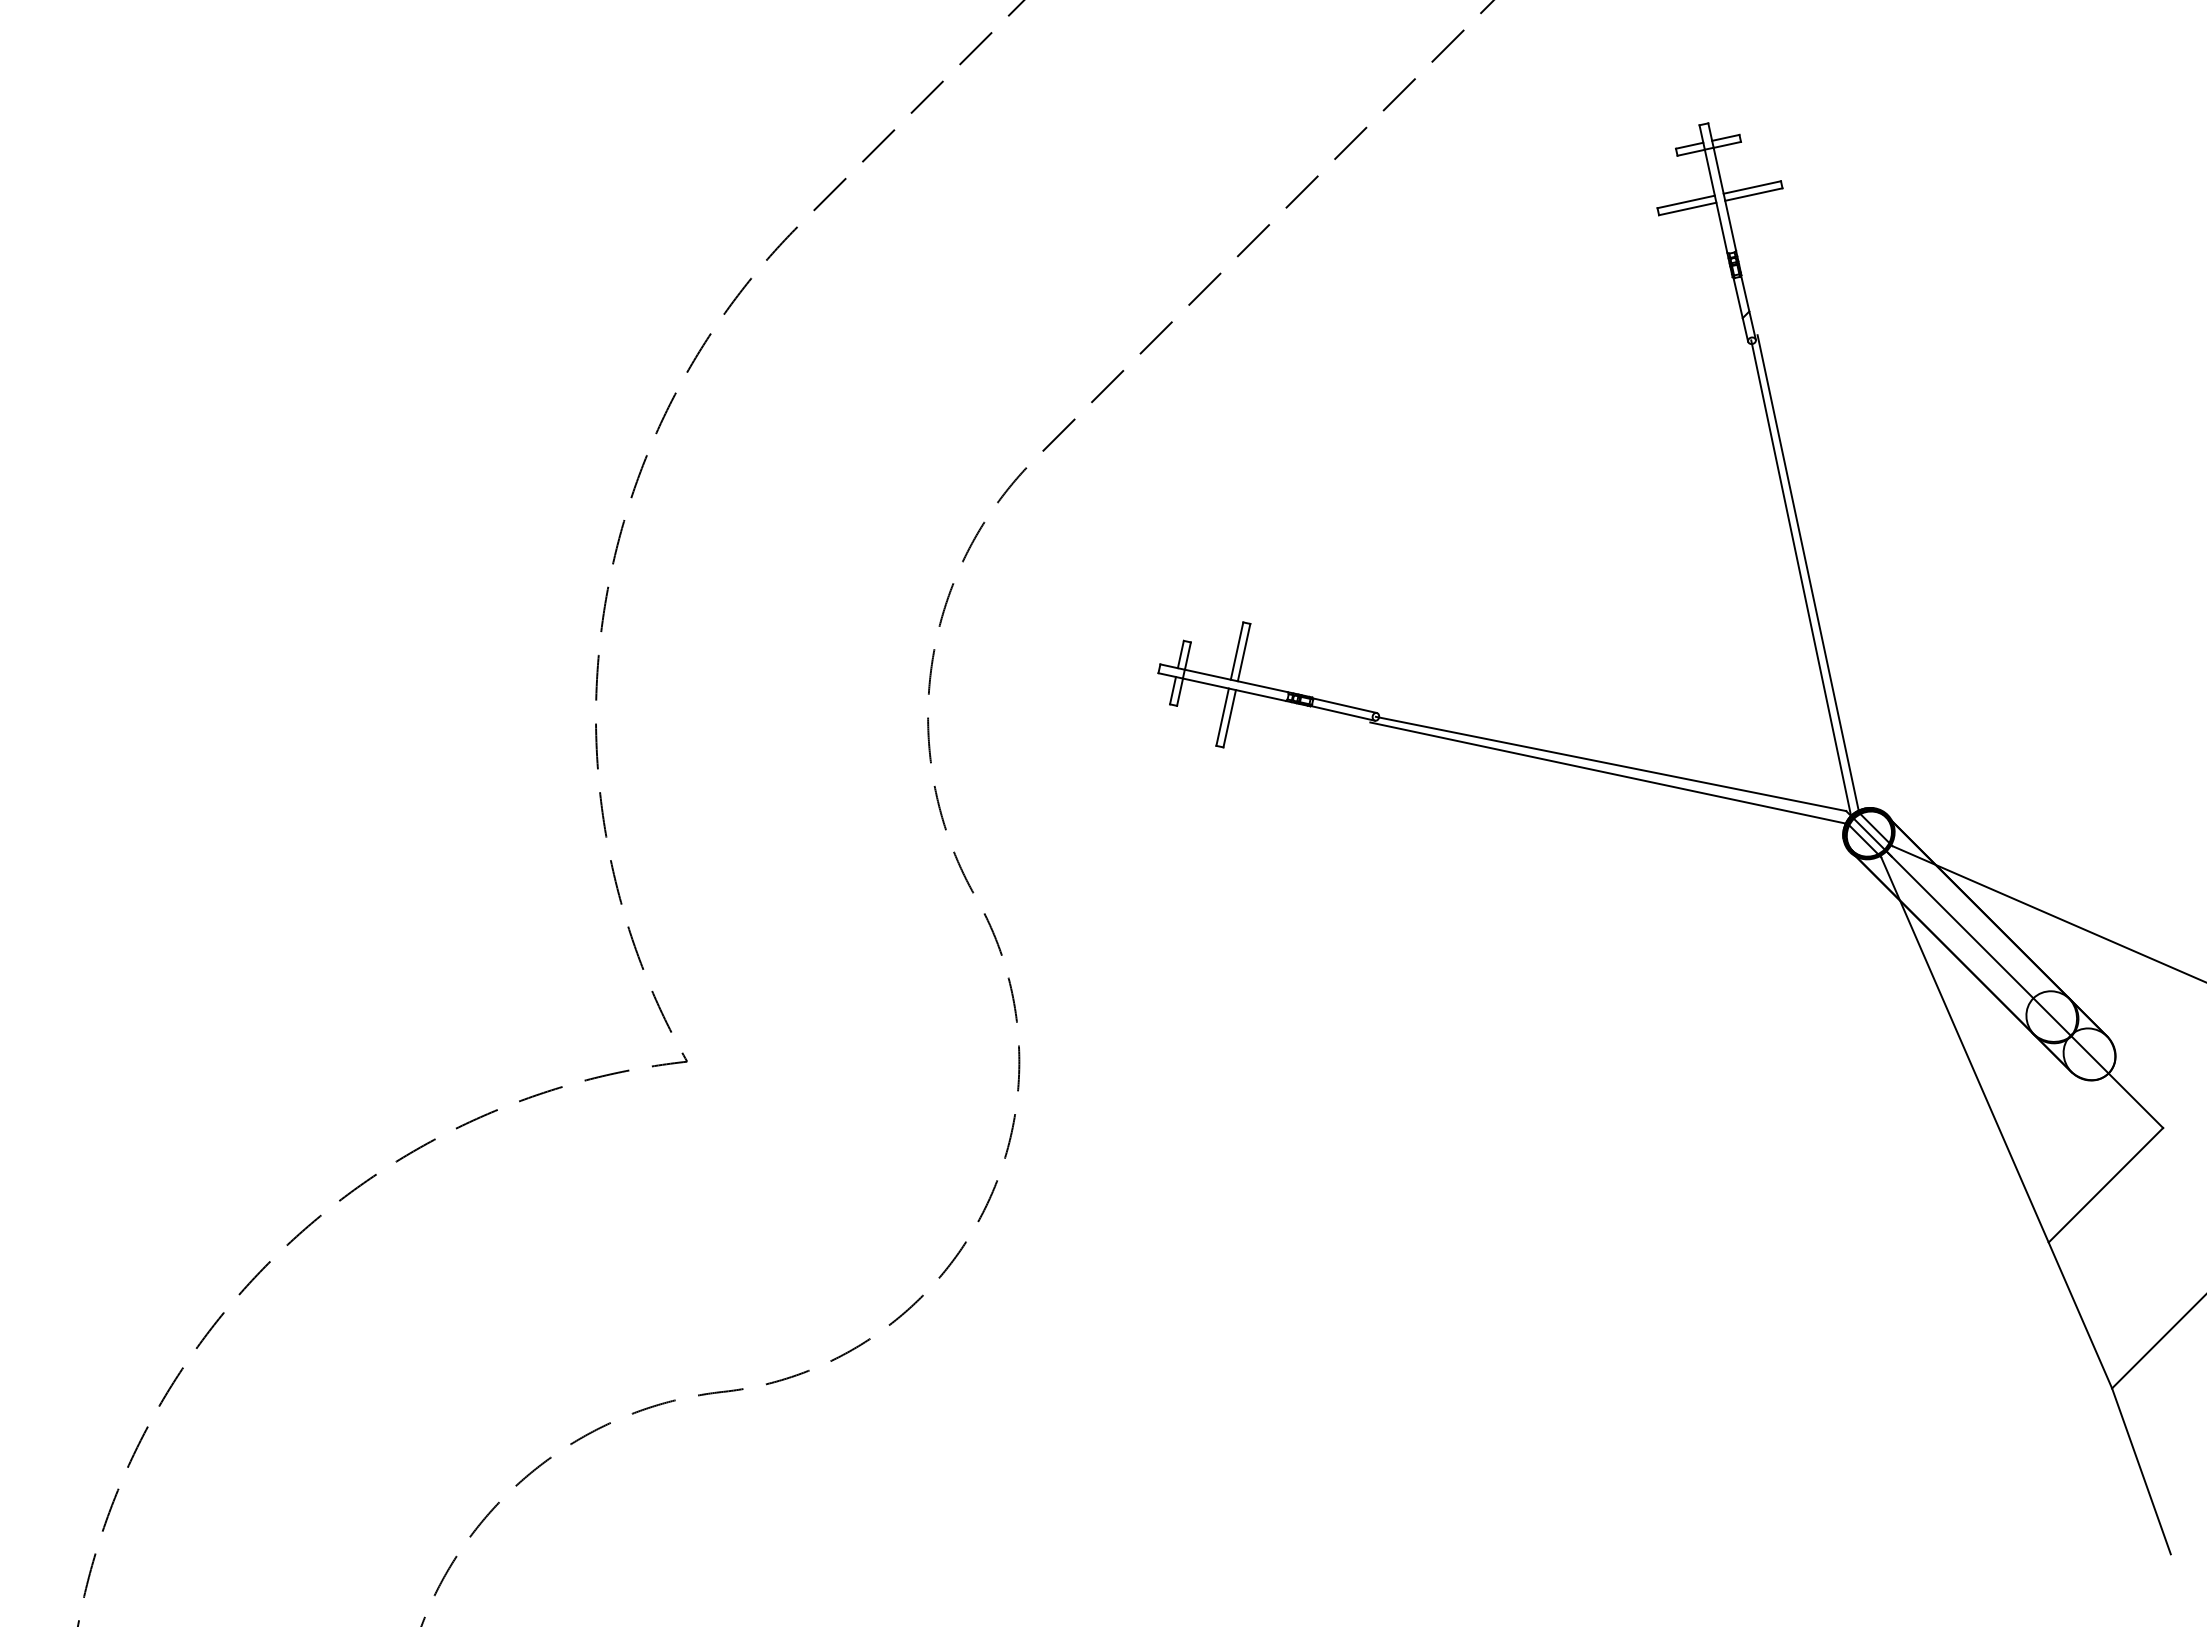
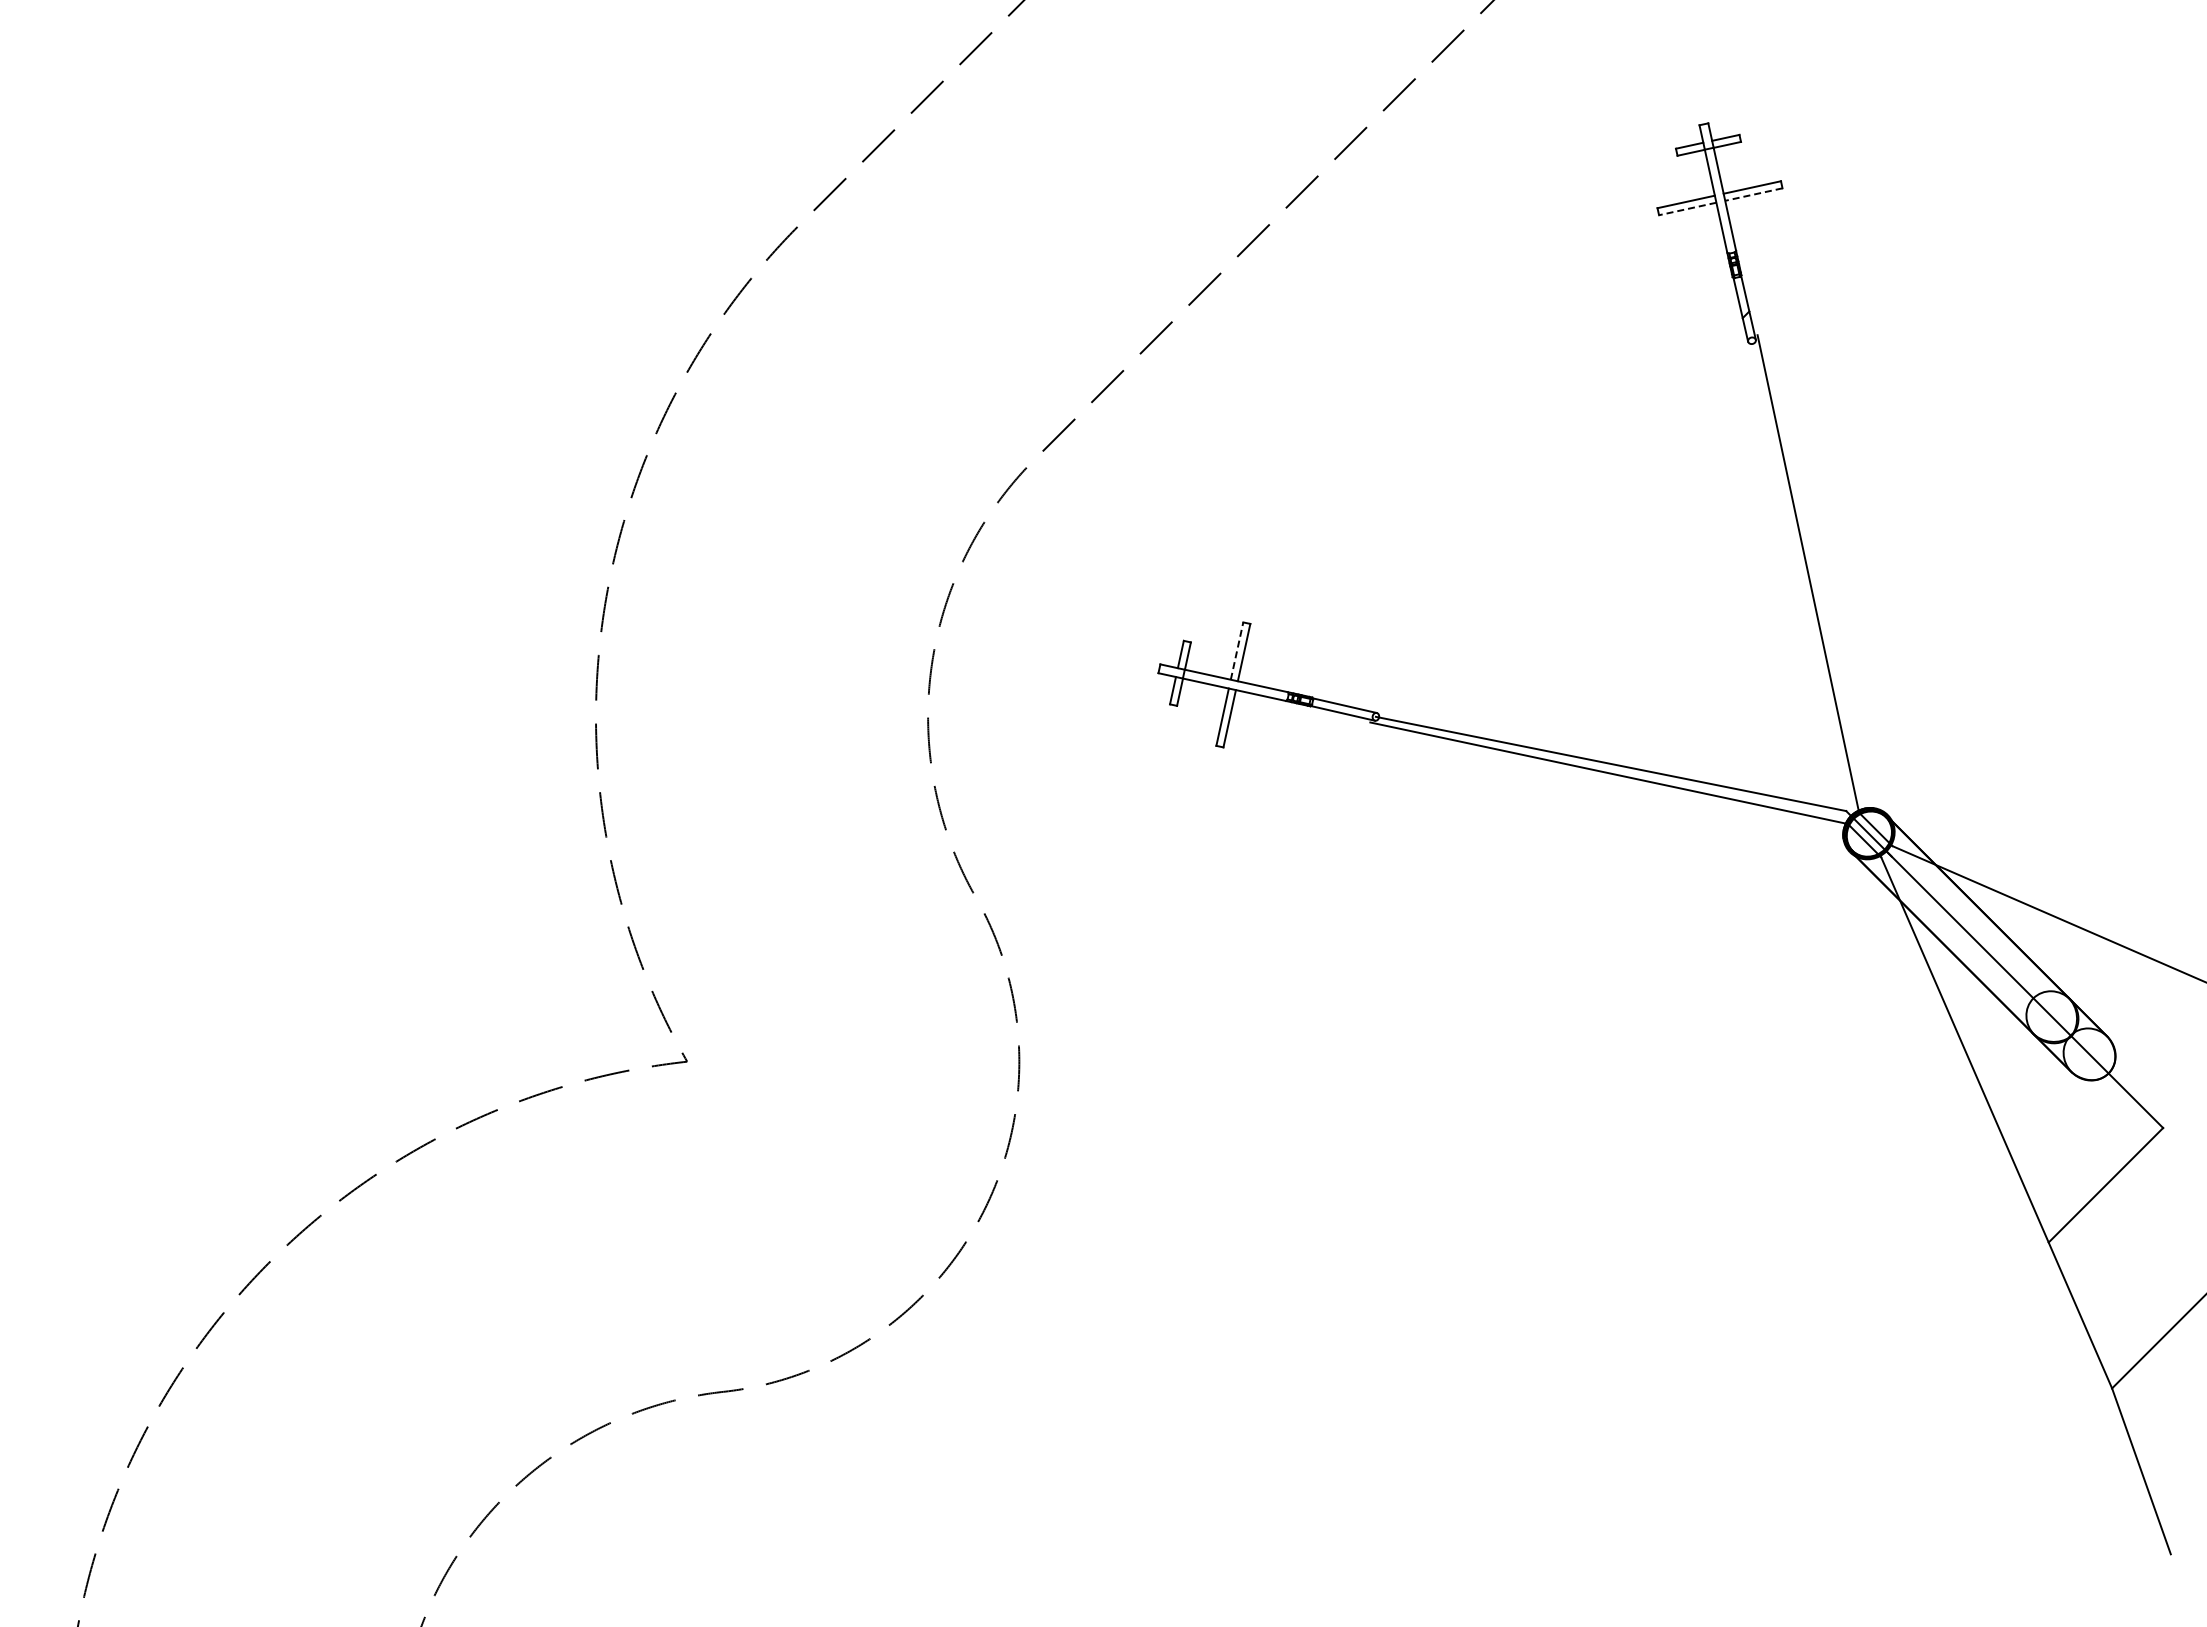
line at (1753, 194): solid -> dashed
line at (1687, 209): solid -> dashed
line at (1801, 577): present -> none
line at (1237, 650): solid -> dashed
